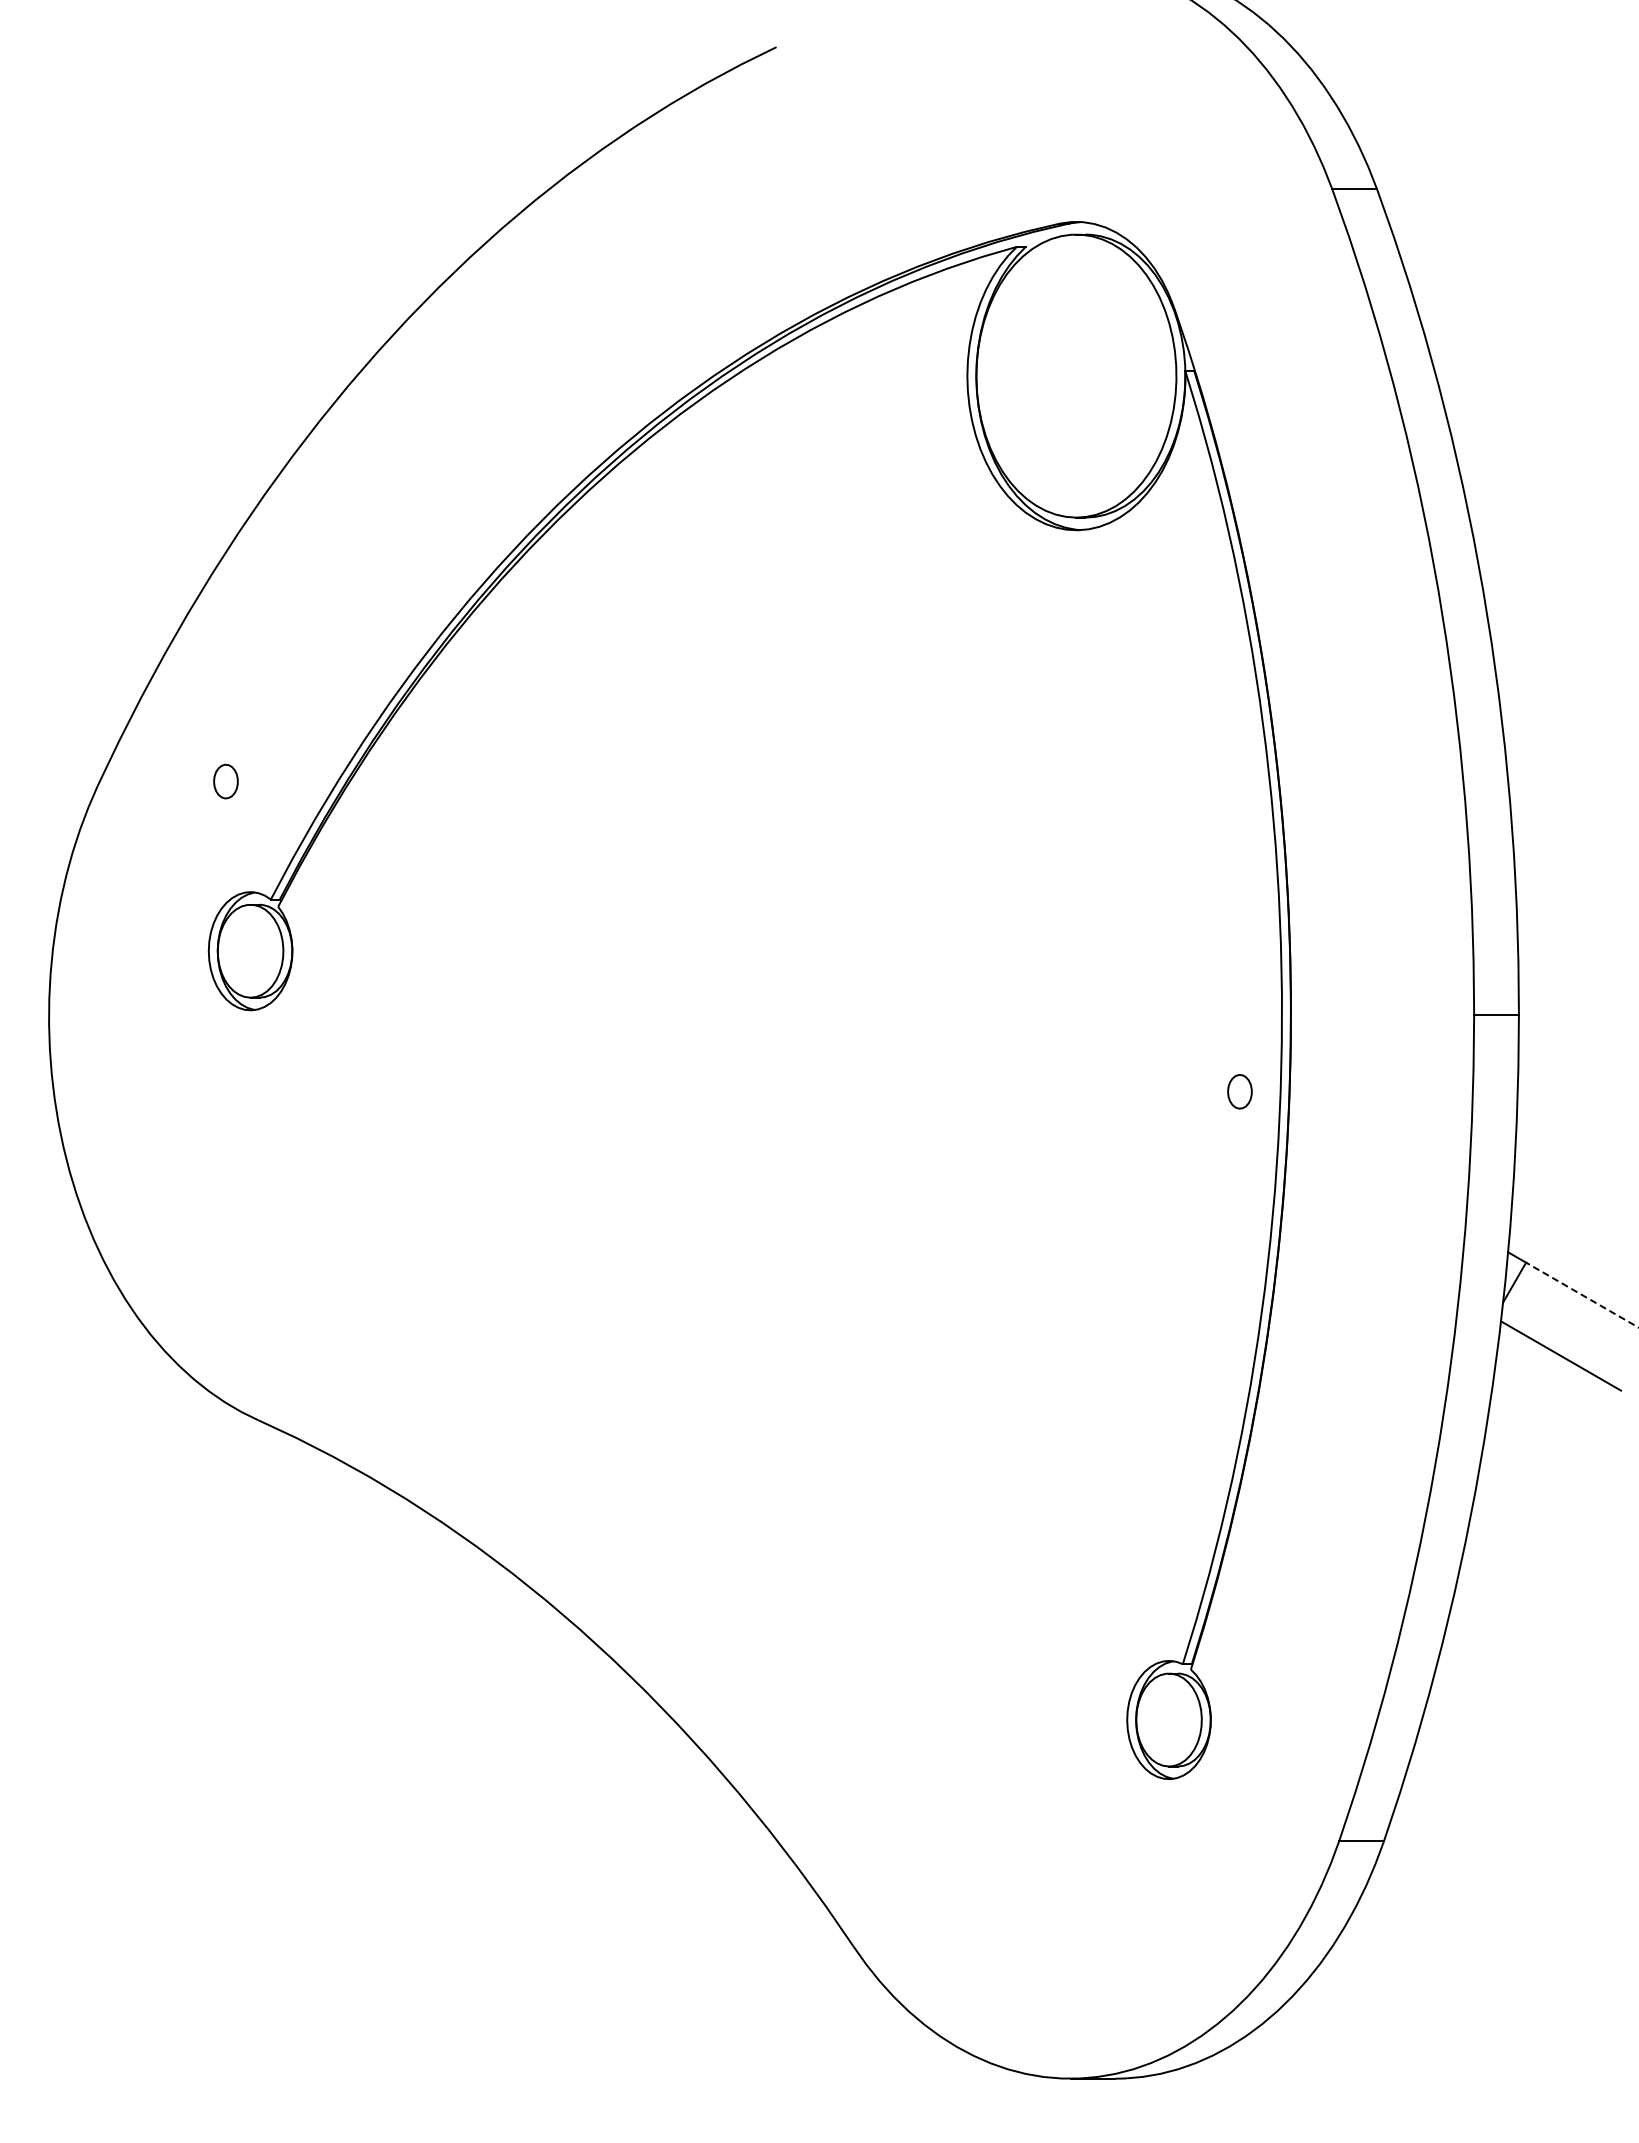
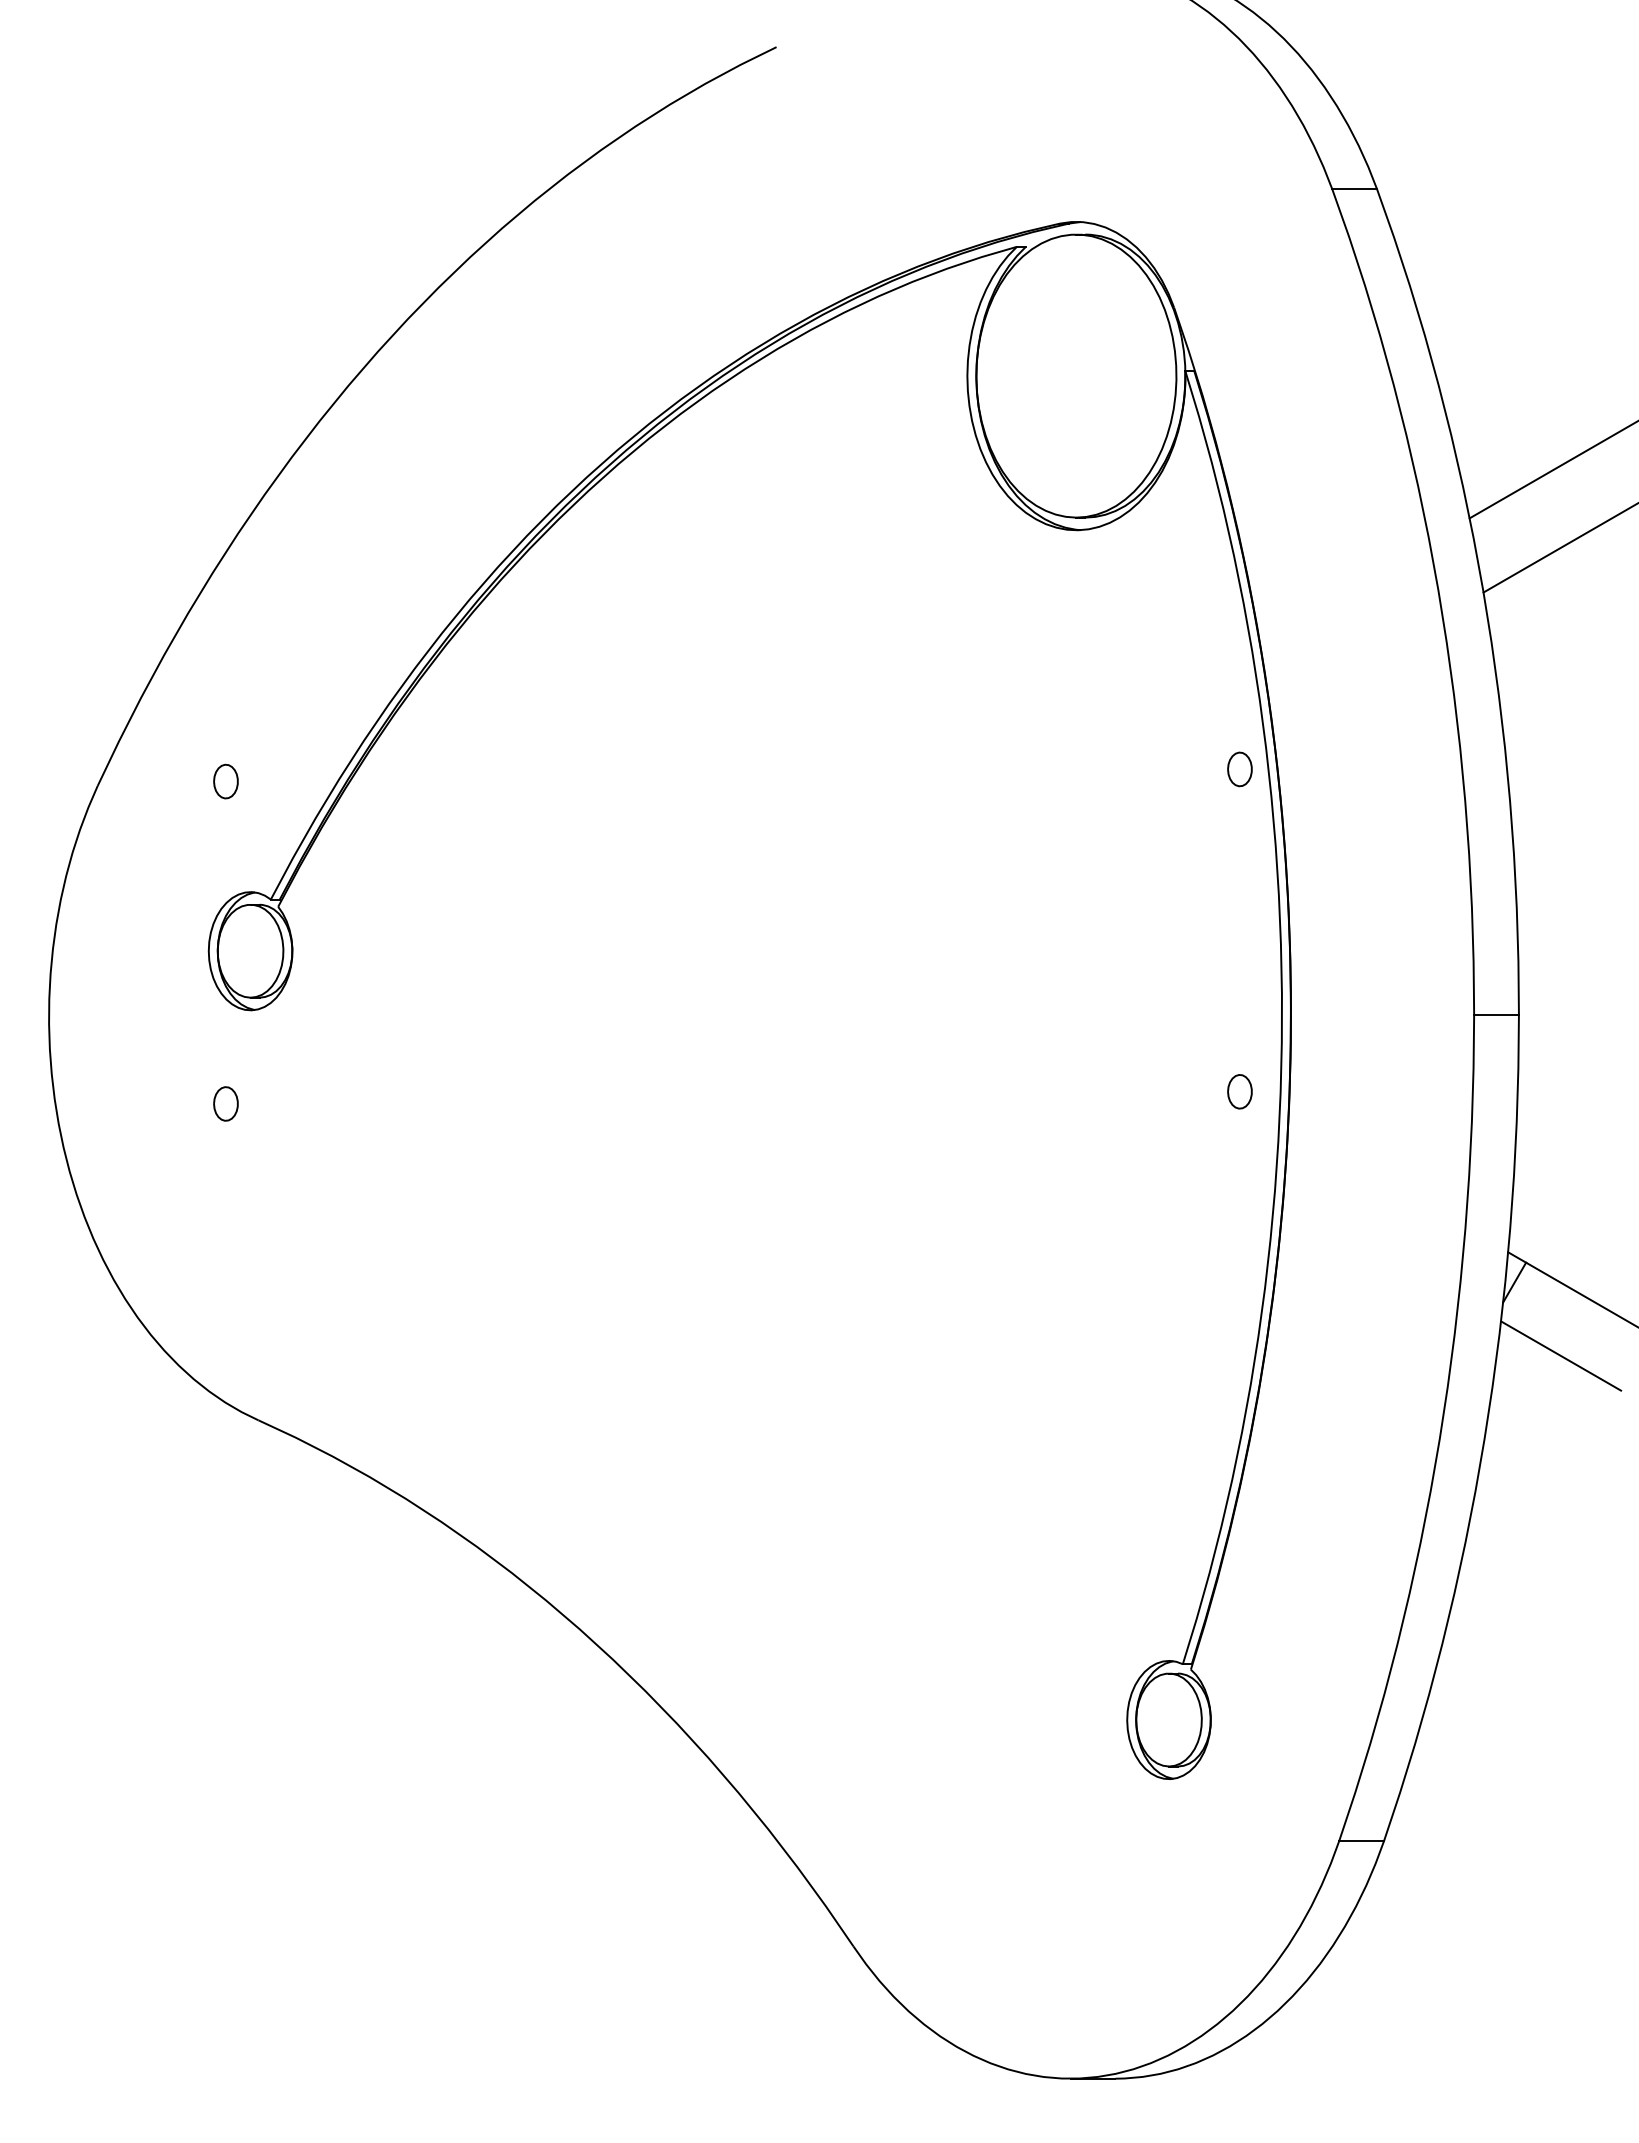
line at (1552, 470): none -> present
line at (1559, 548): none -> present
part at (1239, 769): none -> present
part at (225, 1103): none -> present
line at (1582, 1295): dashed -> solid
